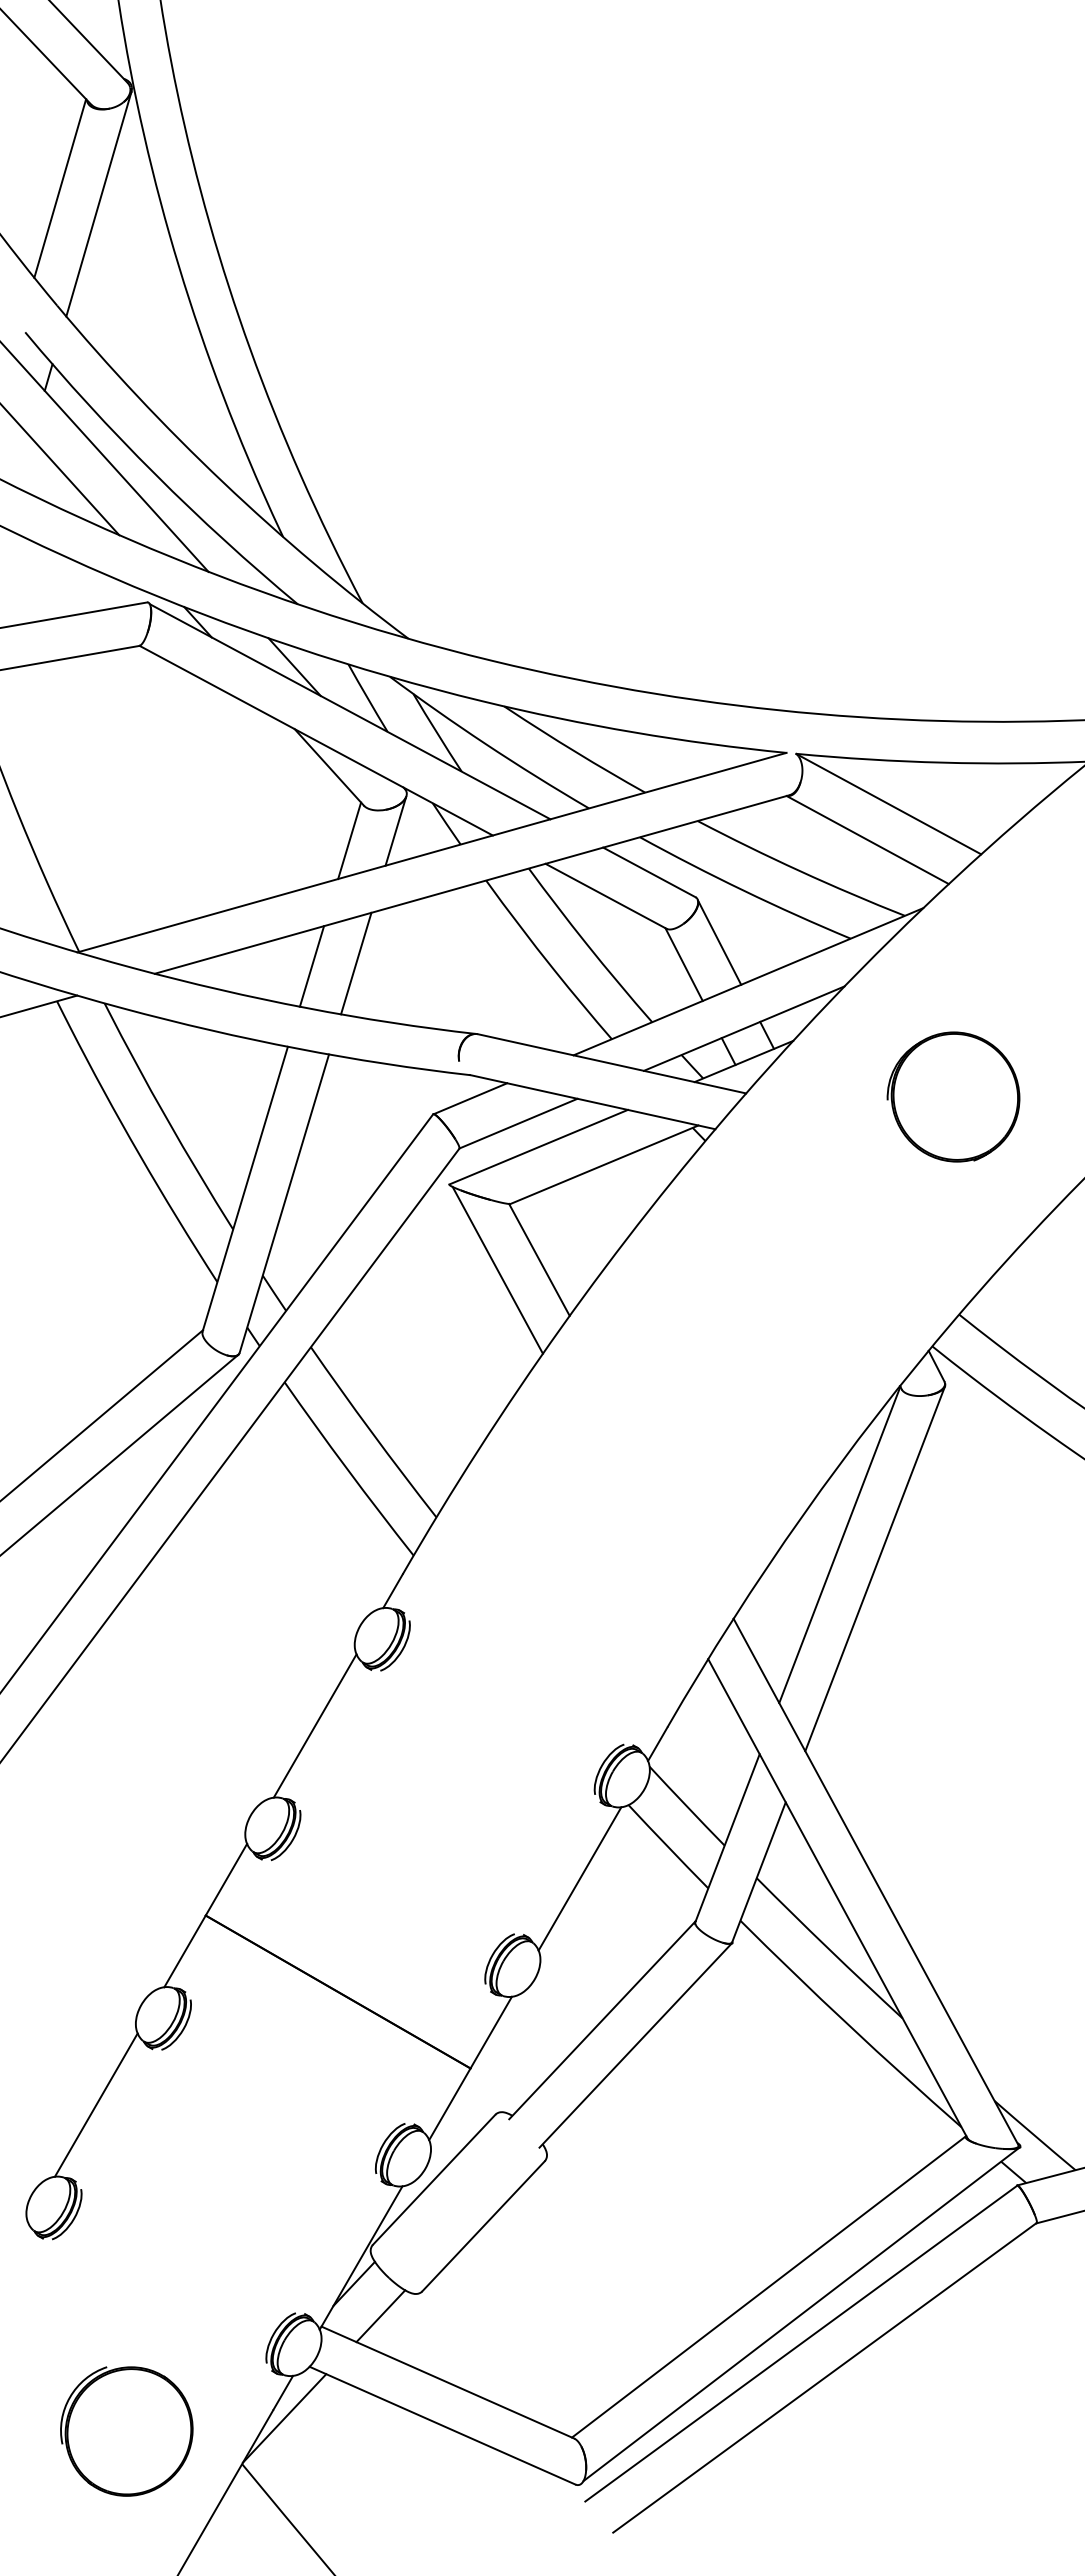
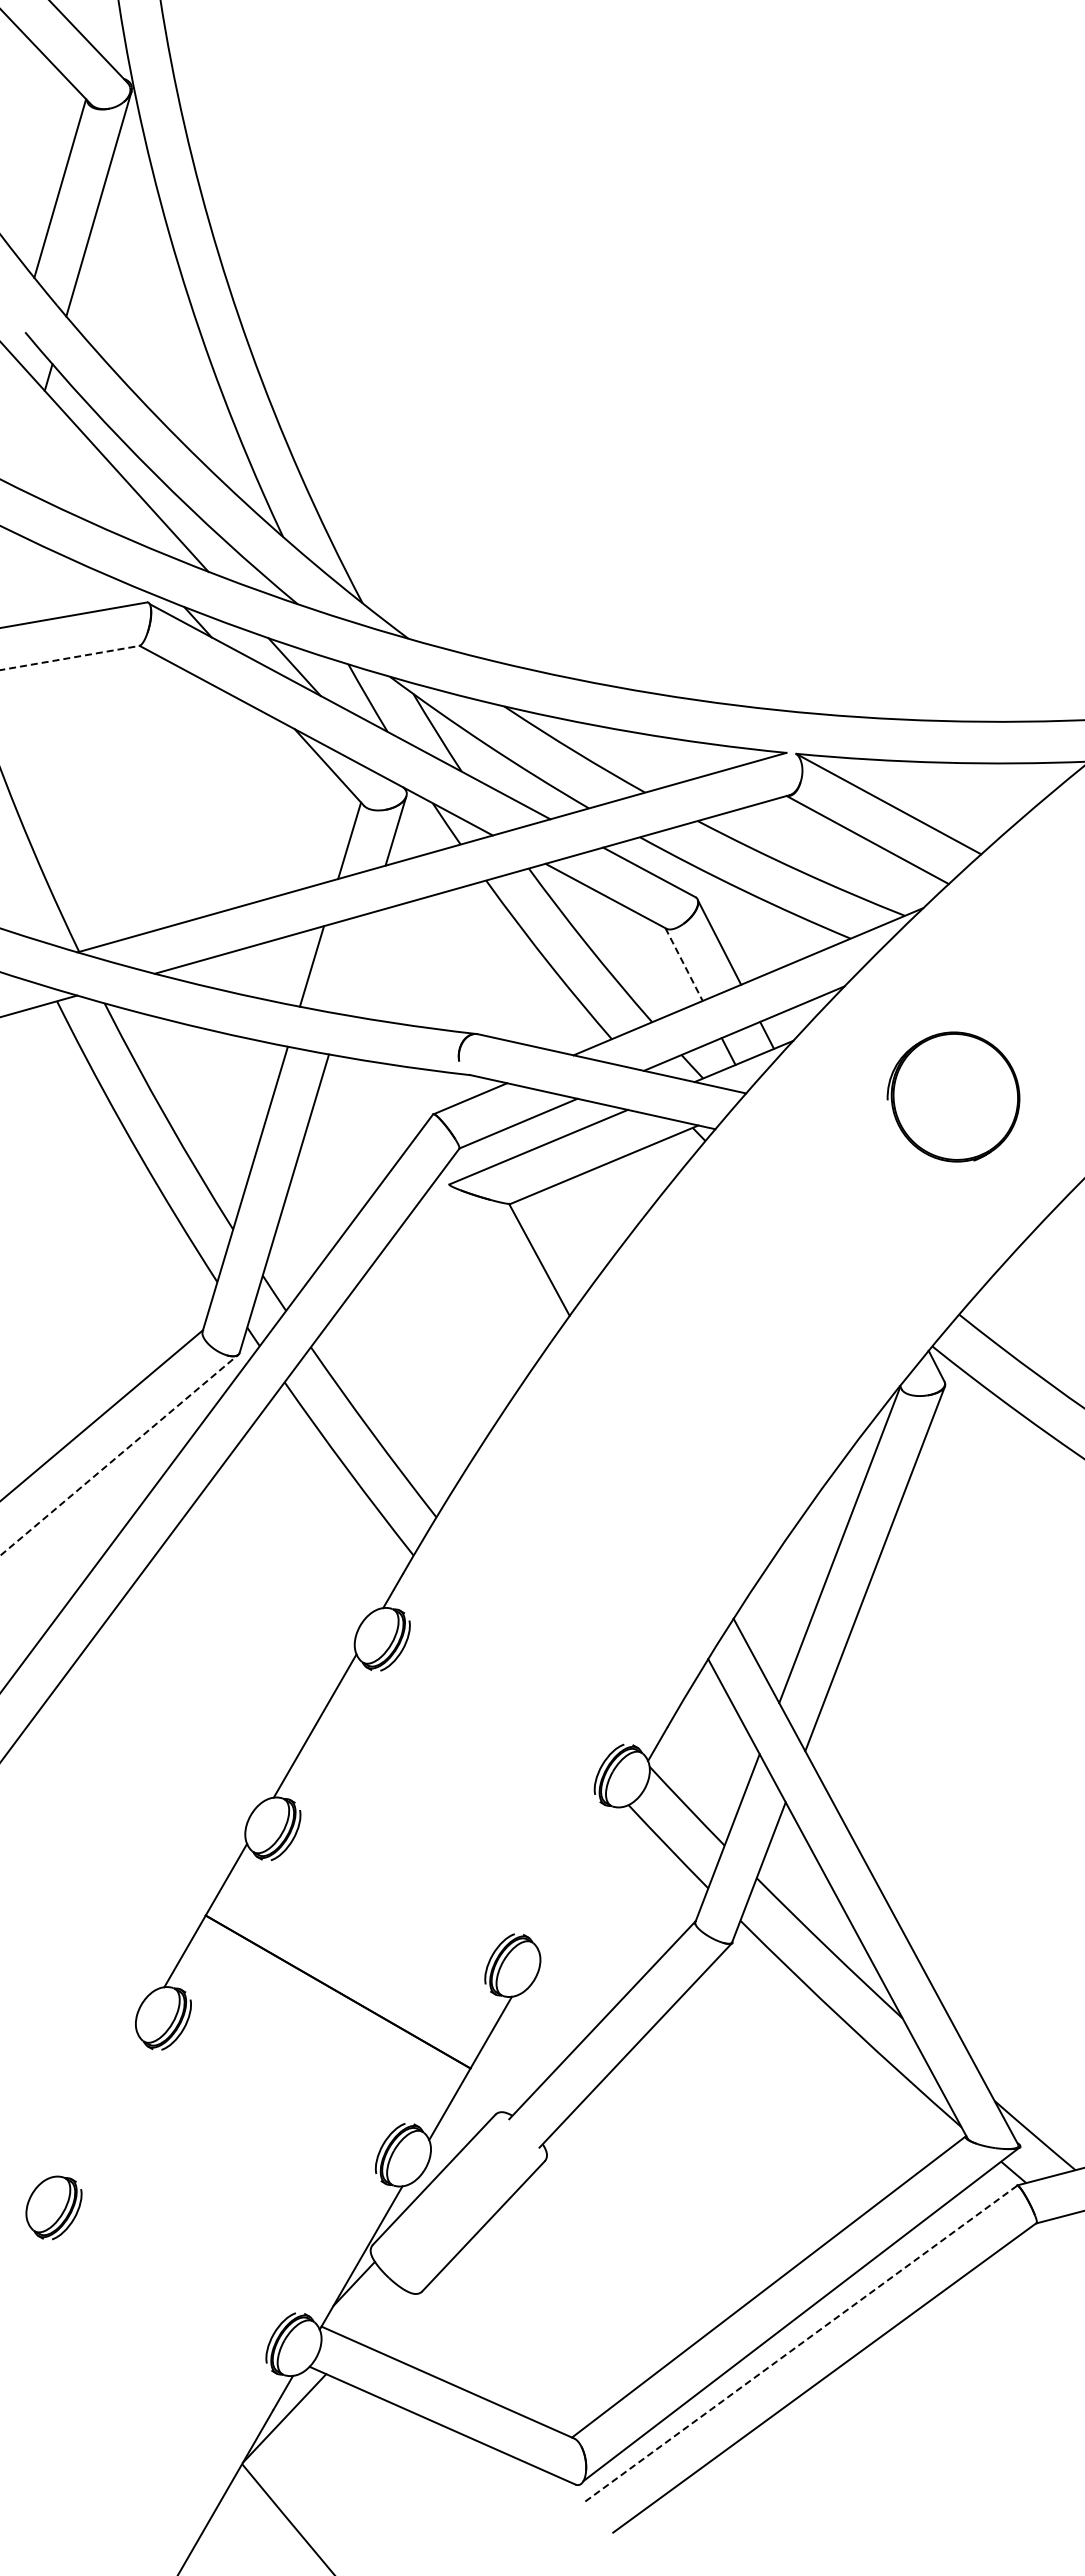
line at (60, 470): present -> none
line at (70, 657): solid -> dashed
line at (356, 963): present -> none
line at (684, 964): solid -> dashed
line at (497, 1269): present -> none
line at (119, 1454): solid -> dashed
line at (579, 1878): present -> none
line at (95, 2104): present -> none
line at (380, 2316): present -> none
line at (800, 2343): solid -> dashed
part at (126, 2431): present -> none
